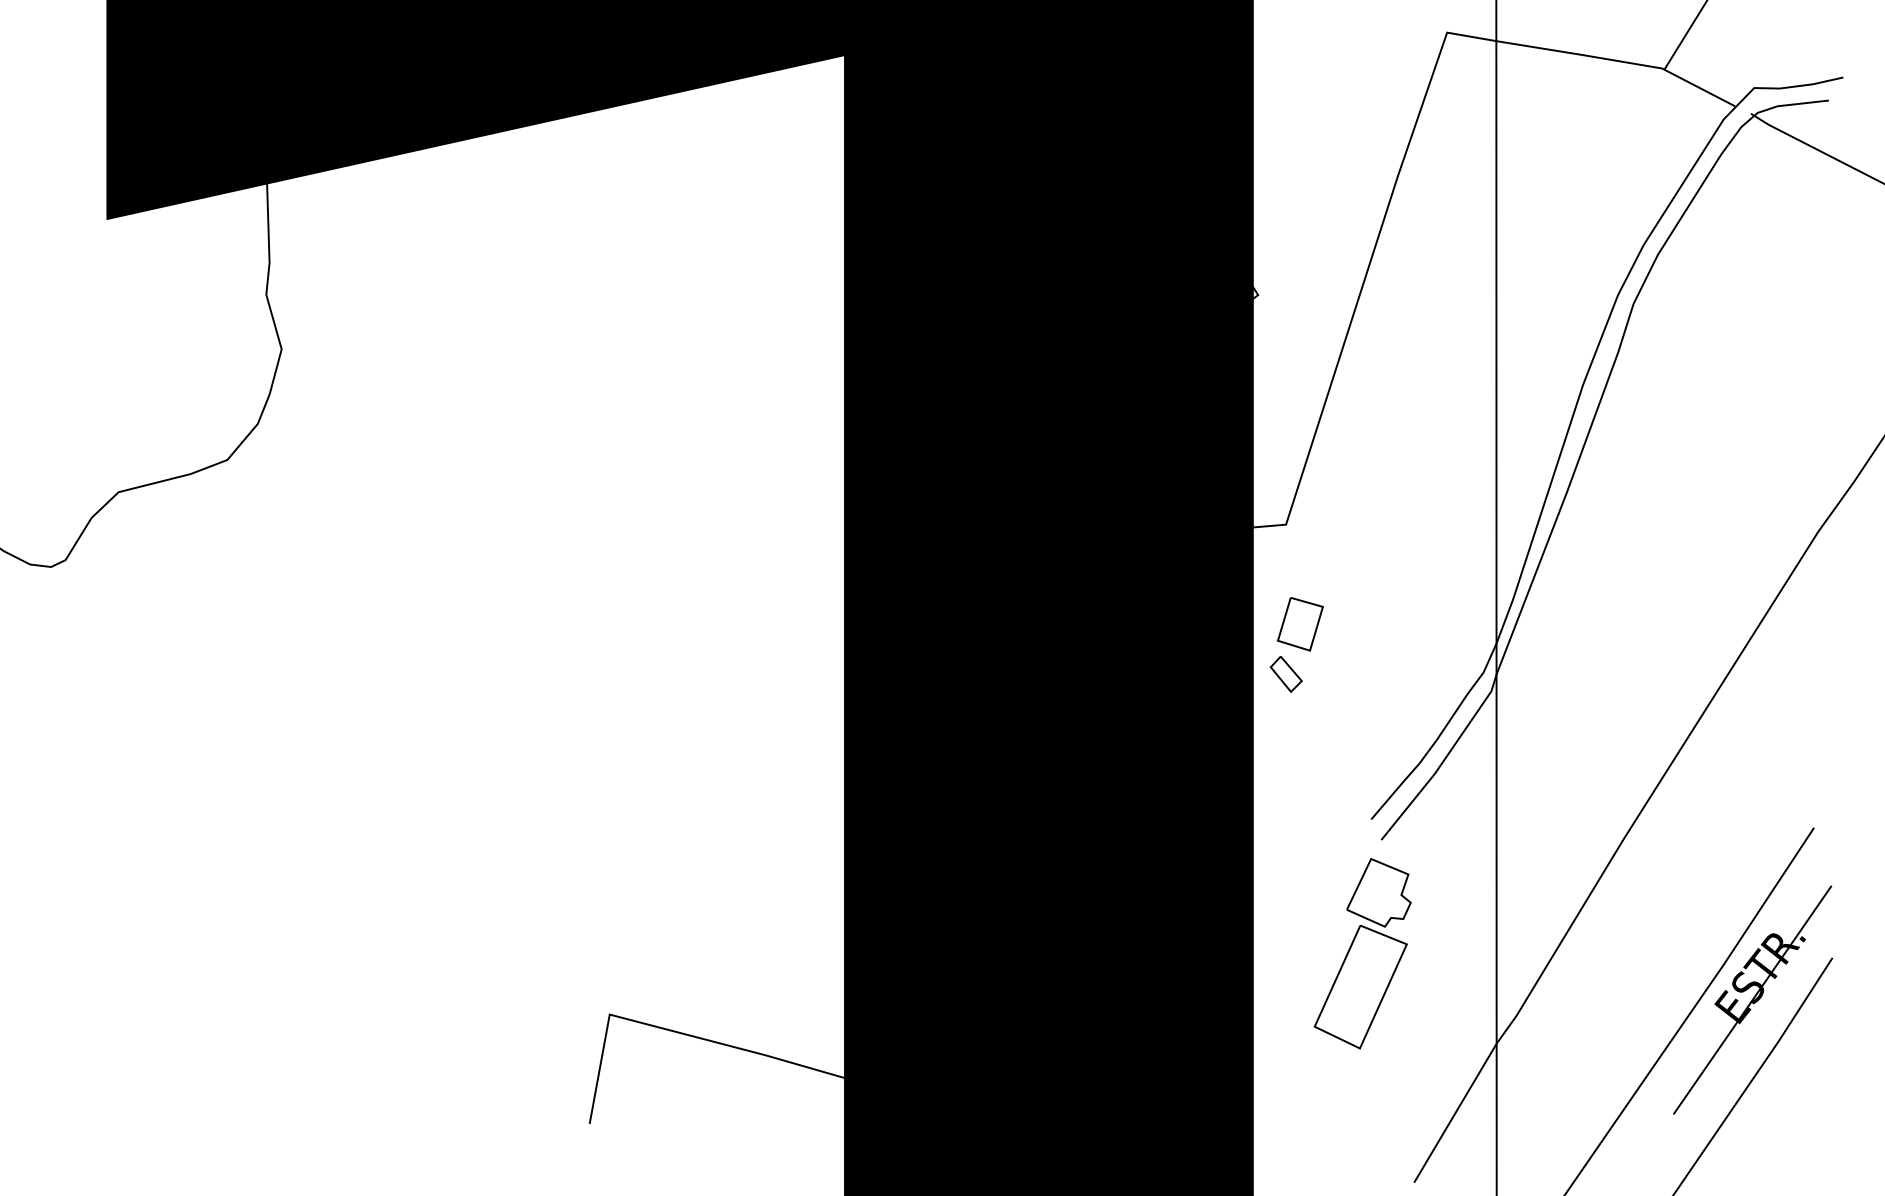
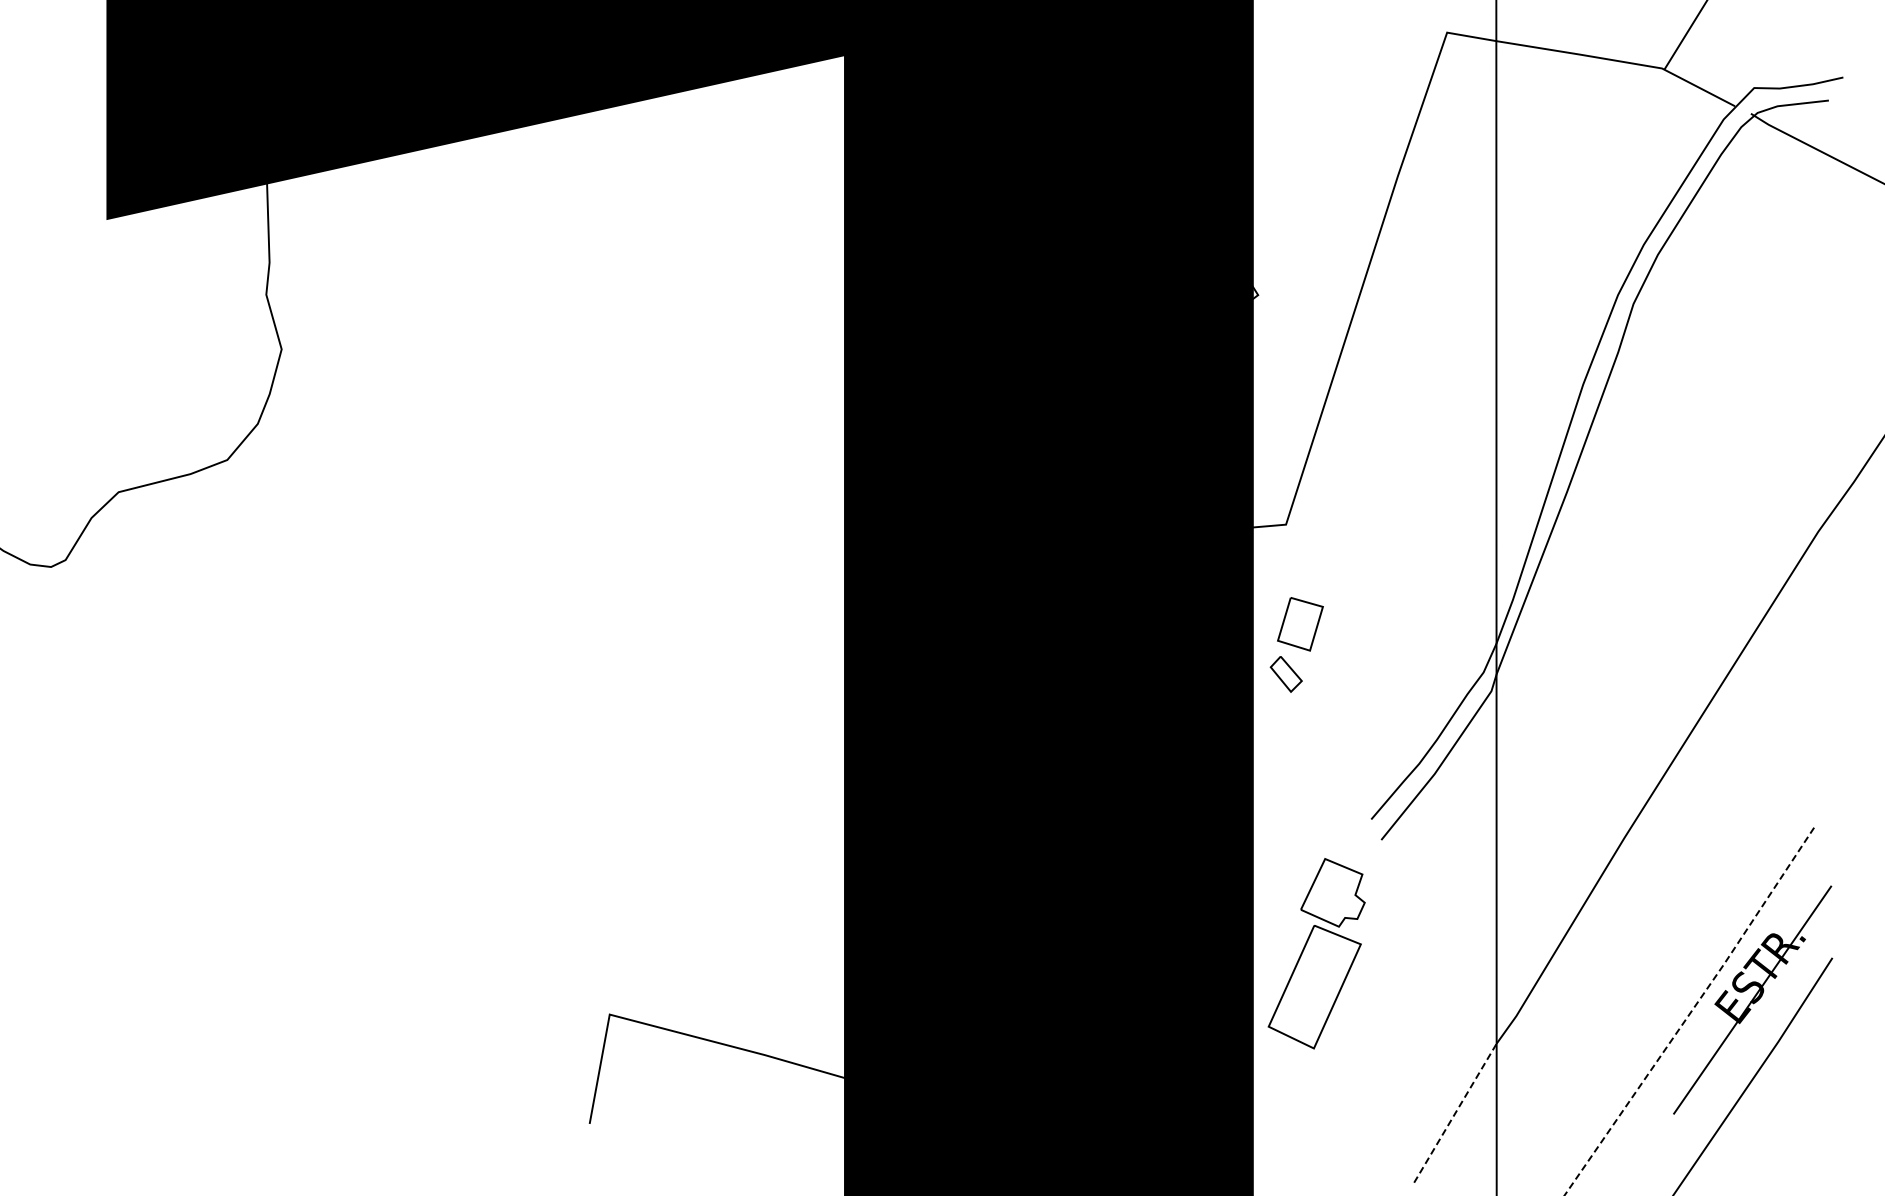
part at (1362, 953) position: (1362, 953) -> (1316, 953)
line at (1690, 1012): solid -> dashed
line at (1455, 1113): solid -> dashed
